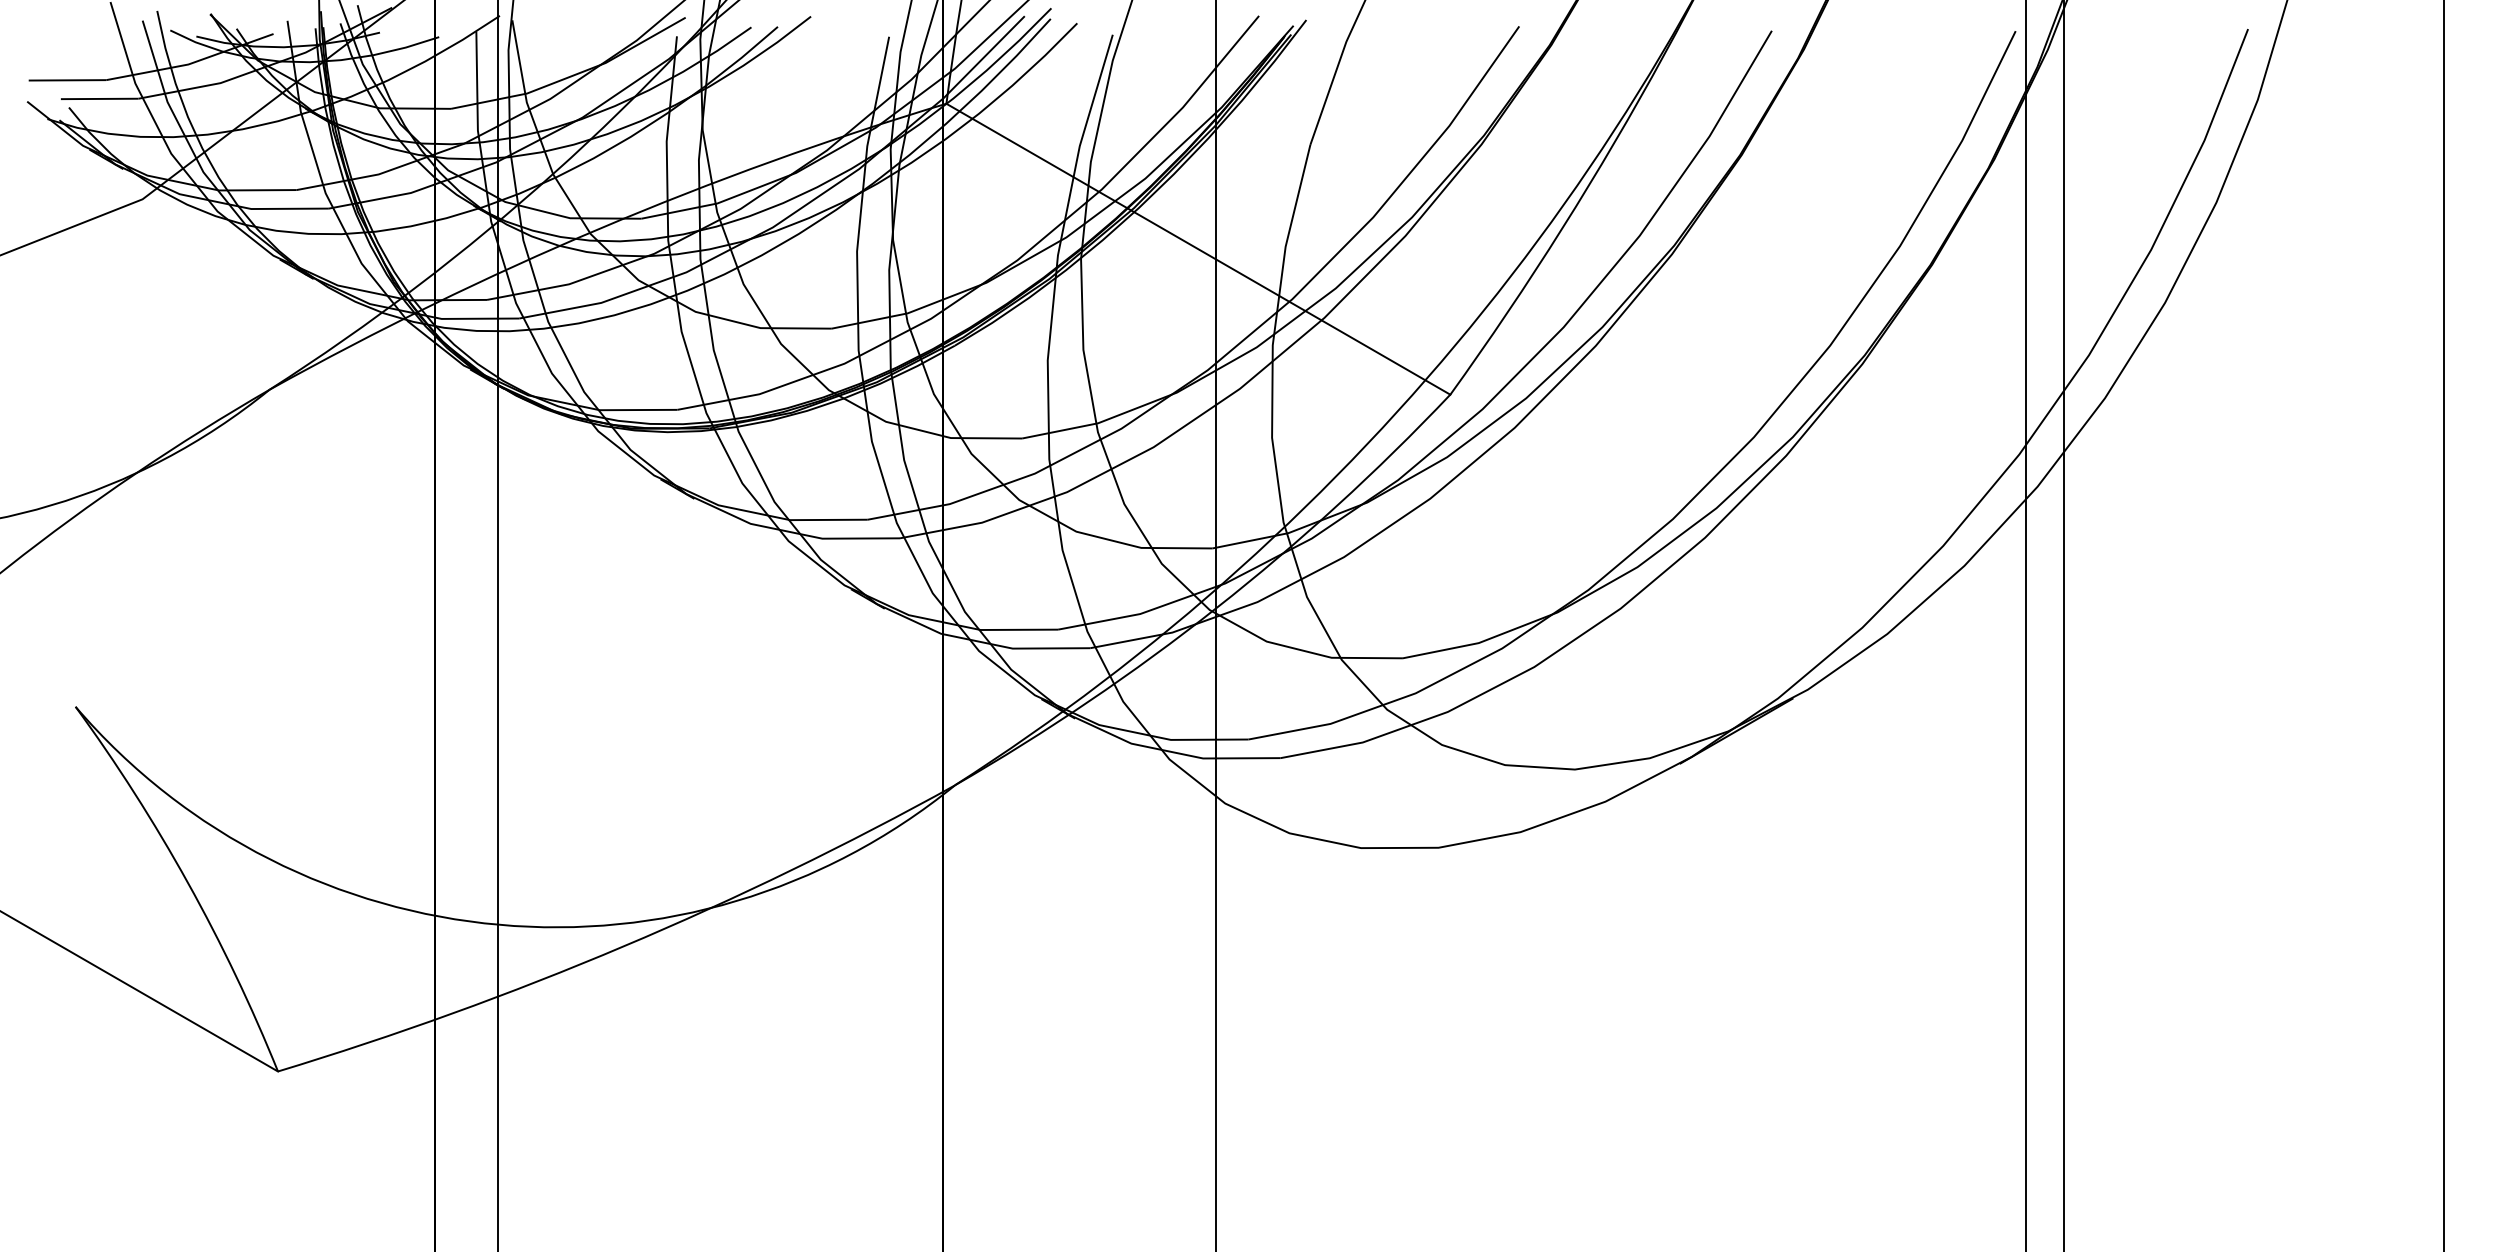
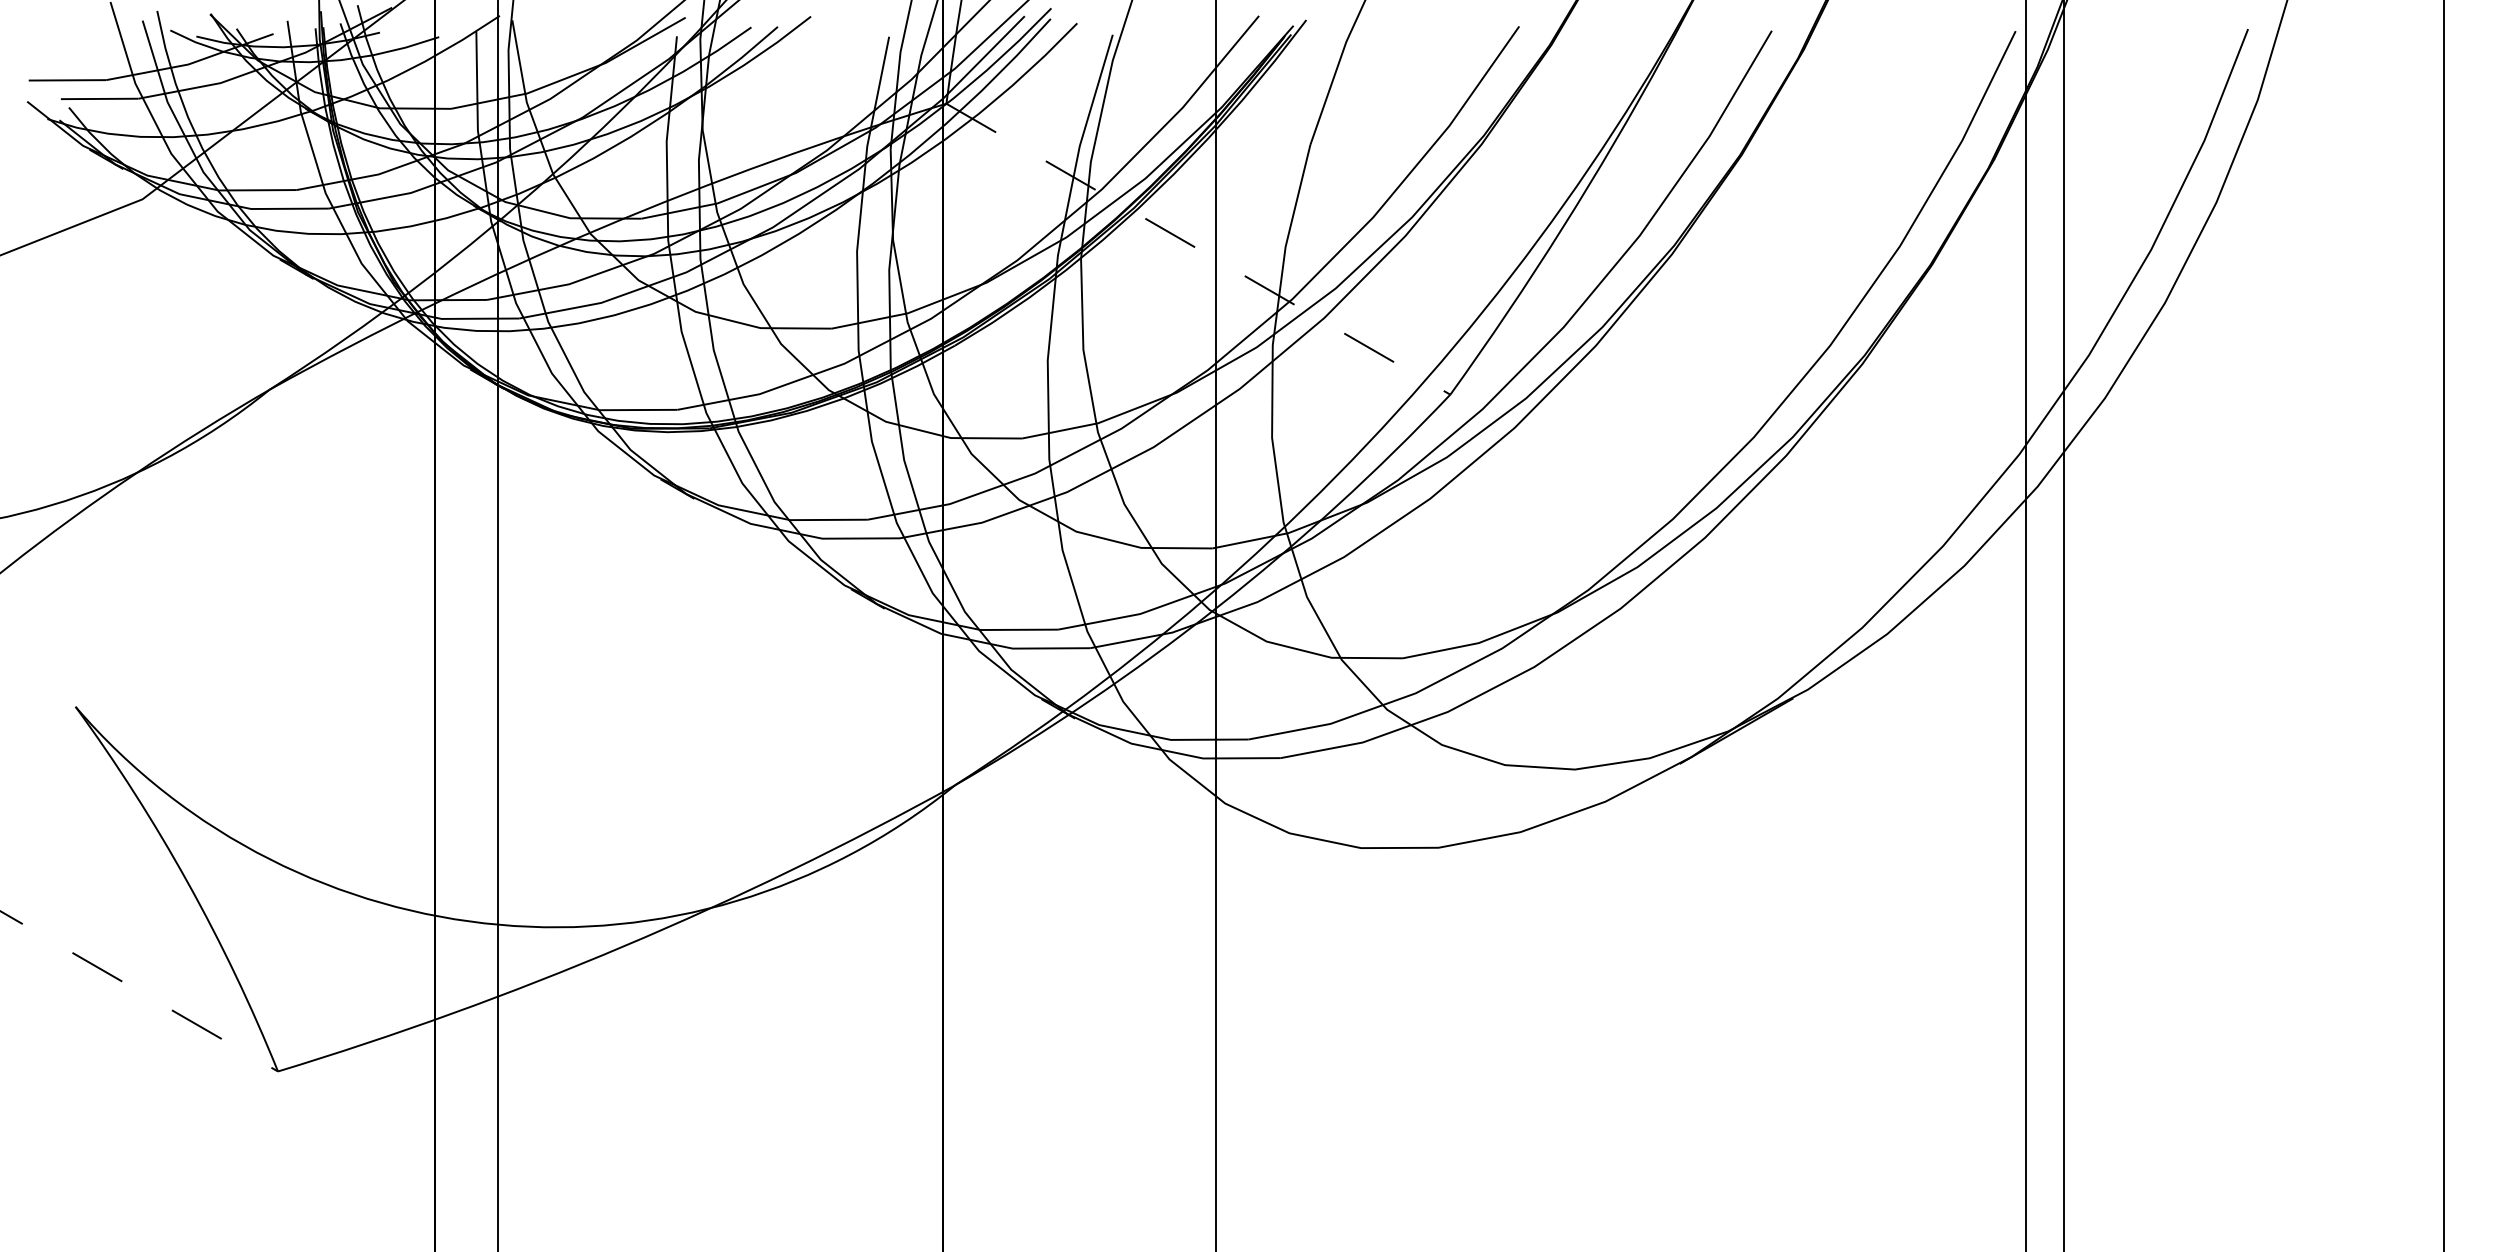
line at (1198, 249): solid -> dashed
line at (139, 991): solid -> dashed
